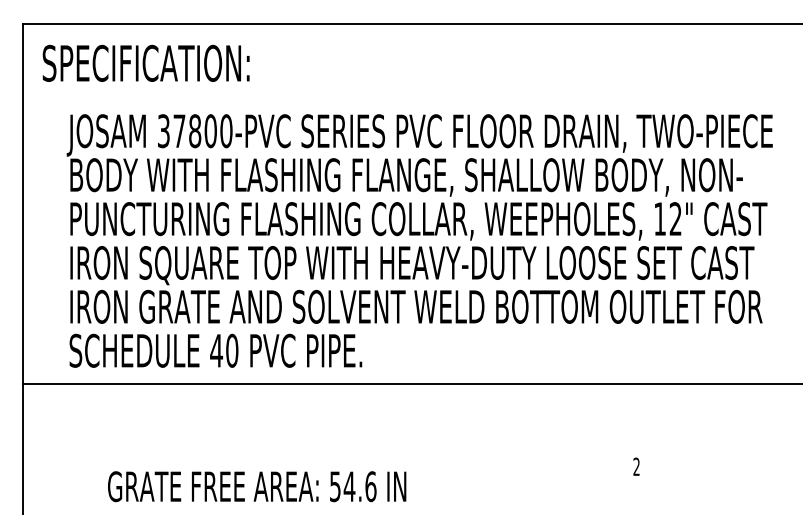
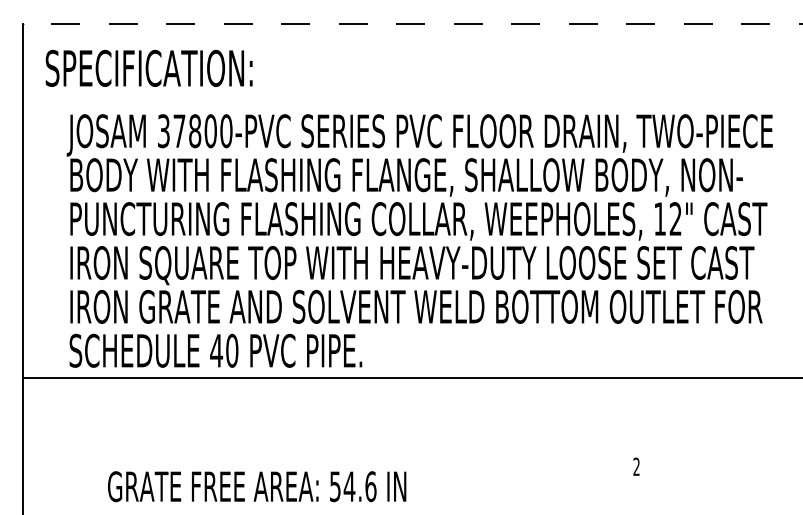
line at (412, 24): solid -> dashed
text at (145, 62) position: (145, 62) -> (148, 67)
line at (410, 383) position: (410, 383) -> (410, 377)
